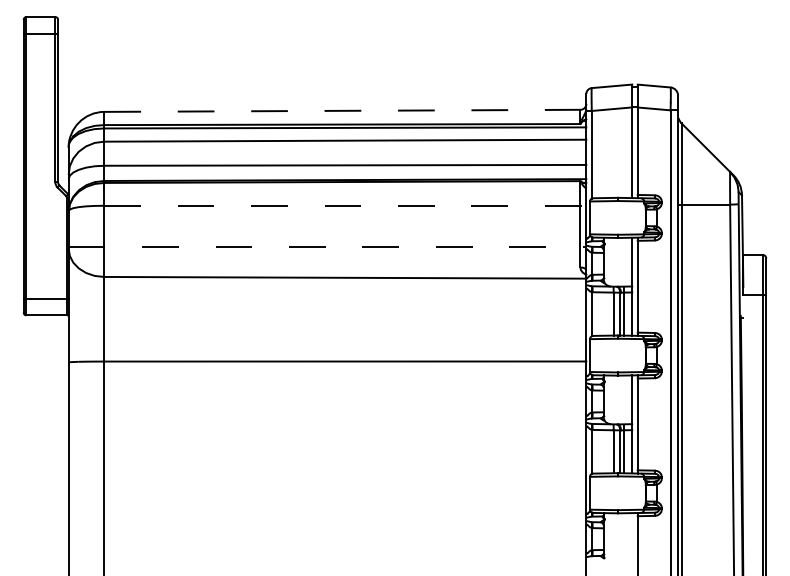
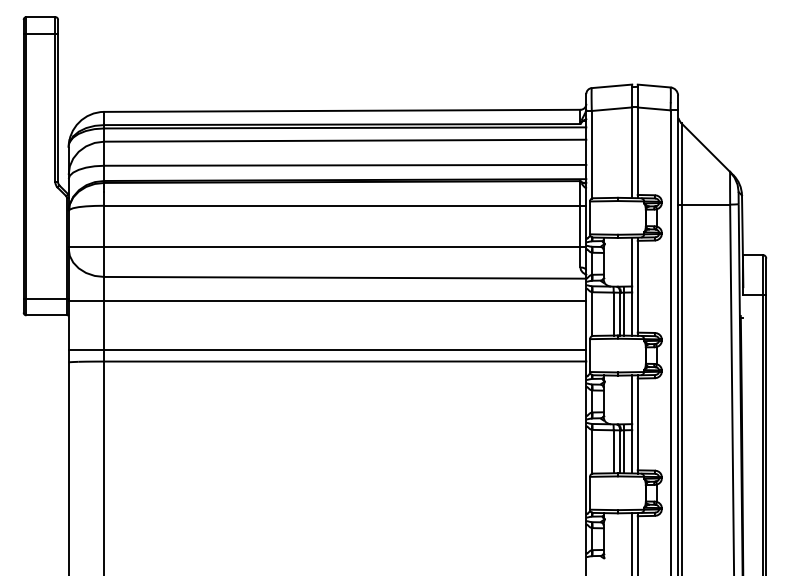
line at (342, 110): dashed -> solid
line at (345, 205): dashed -> solid
line at (327, 247): dashed -> solid
line at (327, 301): none -> present
line at (327, 349): none -> present
line at (632, 542): none -> present
